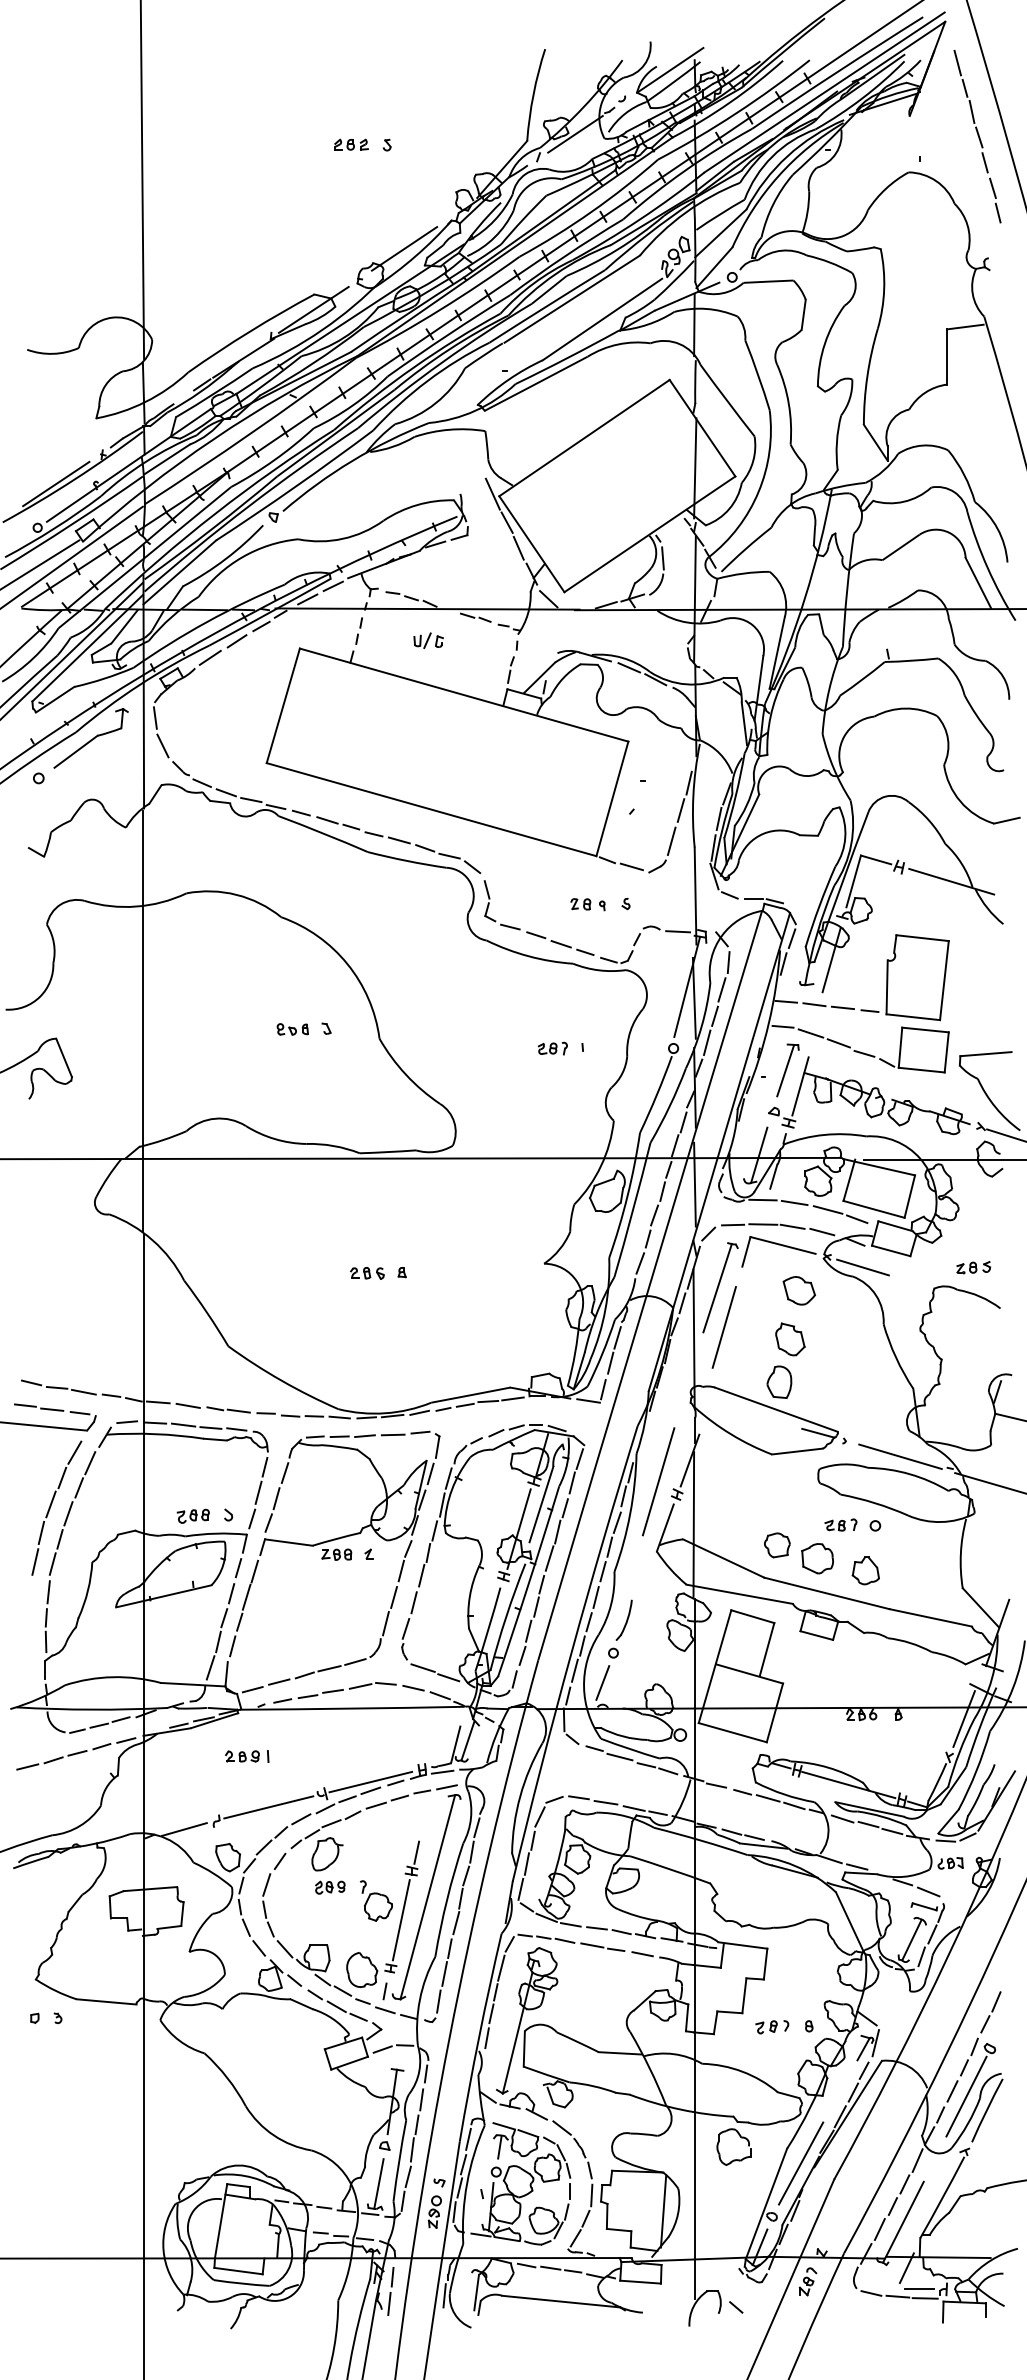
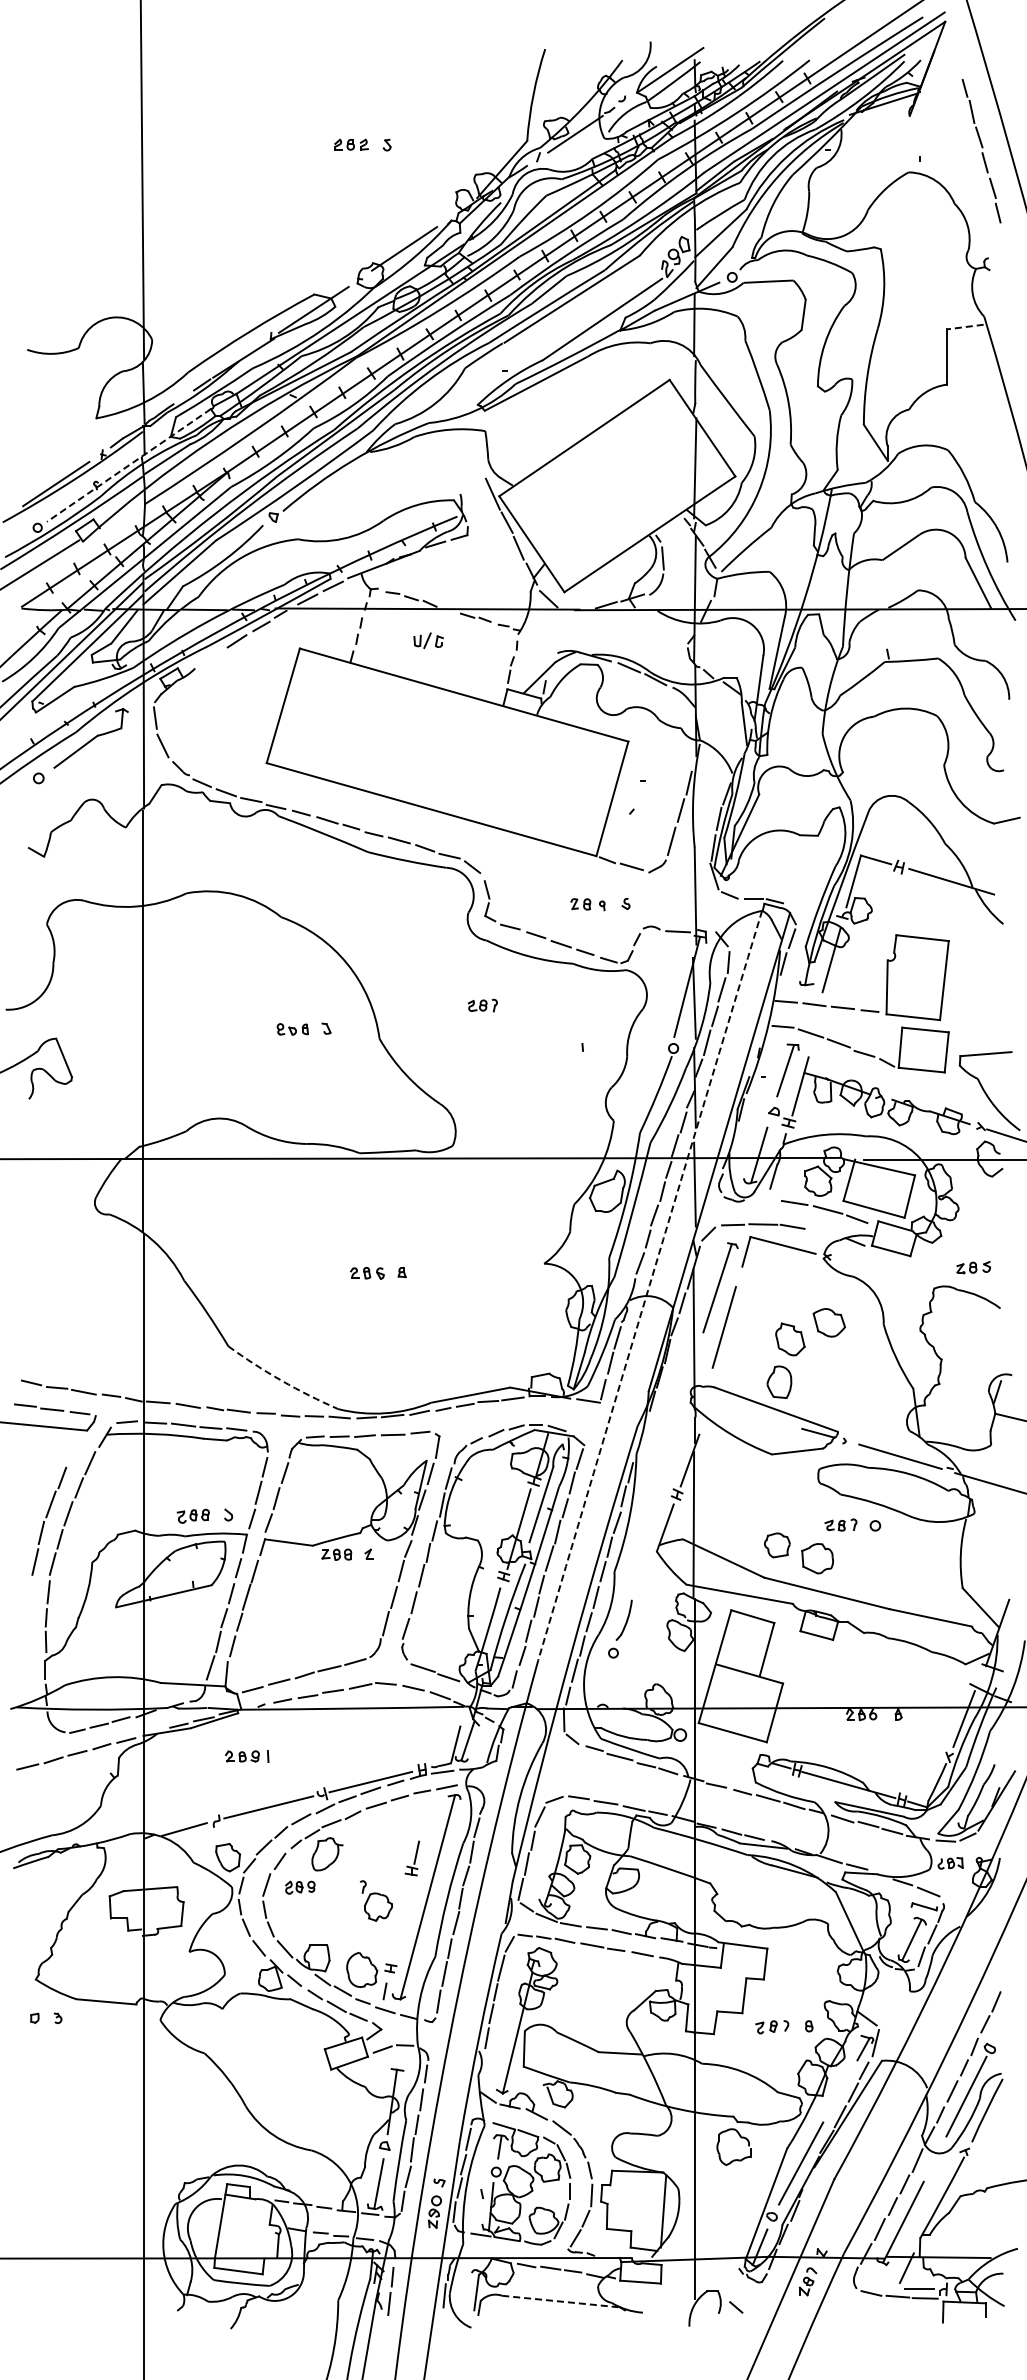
line at (957, 62): present -> none
line at (964, 327): solid -> dashed
line at (128, 465): solid -> dashed
line at (72, 556): present -> none
line at (209, 657): present -> none
part at (552, 1048) position: (552, 1048) -> (482, 1005)
line at (762, 1199): present -> none
line at (822, 1231): present -> none
line at (862, 1267): present -> none
arc at (649, 1285): solid -> dashed
part at (798, 1290) position: (798, 1290) -> (828, 1322)
arc at (281, 1380): solid -> dashed
line at (74, 1452): present -> none
line at (658, 1481): present -> none
part at (865, 1570): present -> none
line at (602, 1682): present -> none
part at (330, 1887) position: (330, 1887) -> (300, 1887)
line at (400, 1920): present -> none
line at (561, 2301): solid -> dashed
